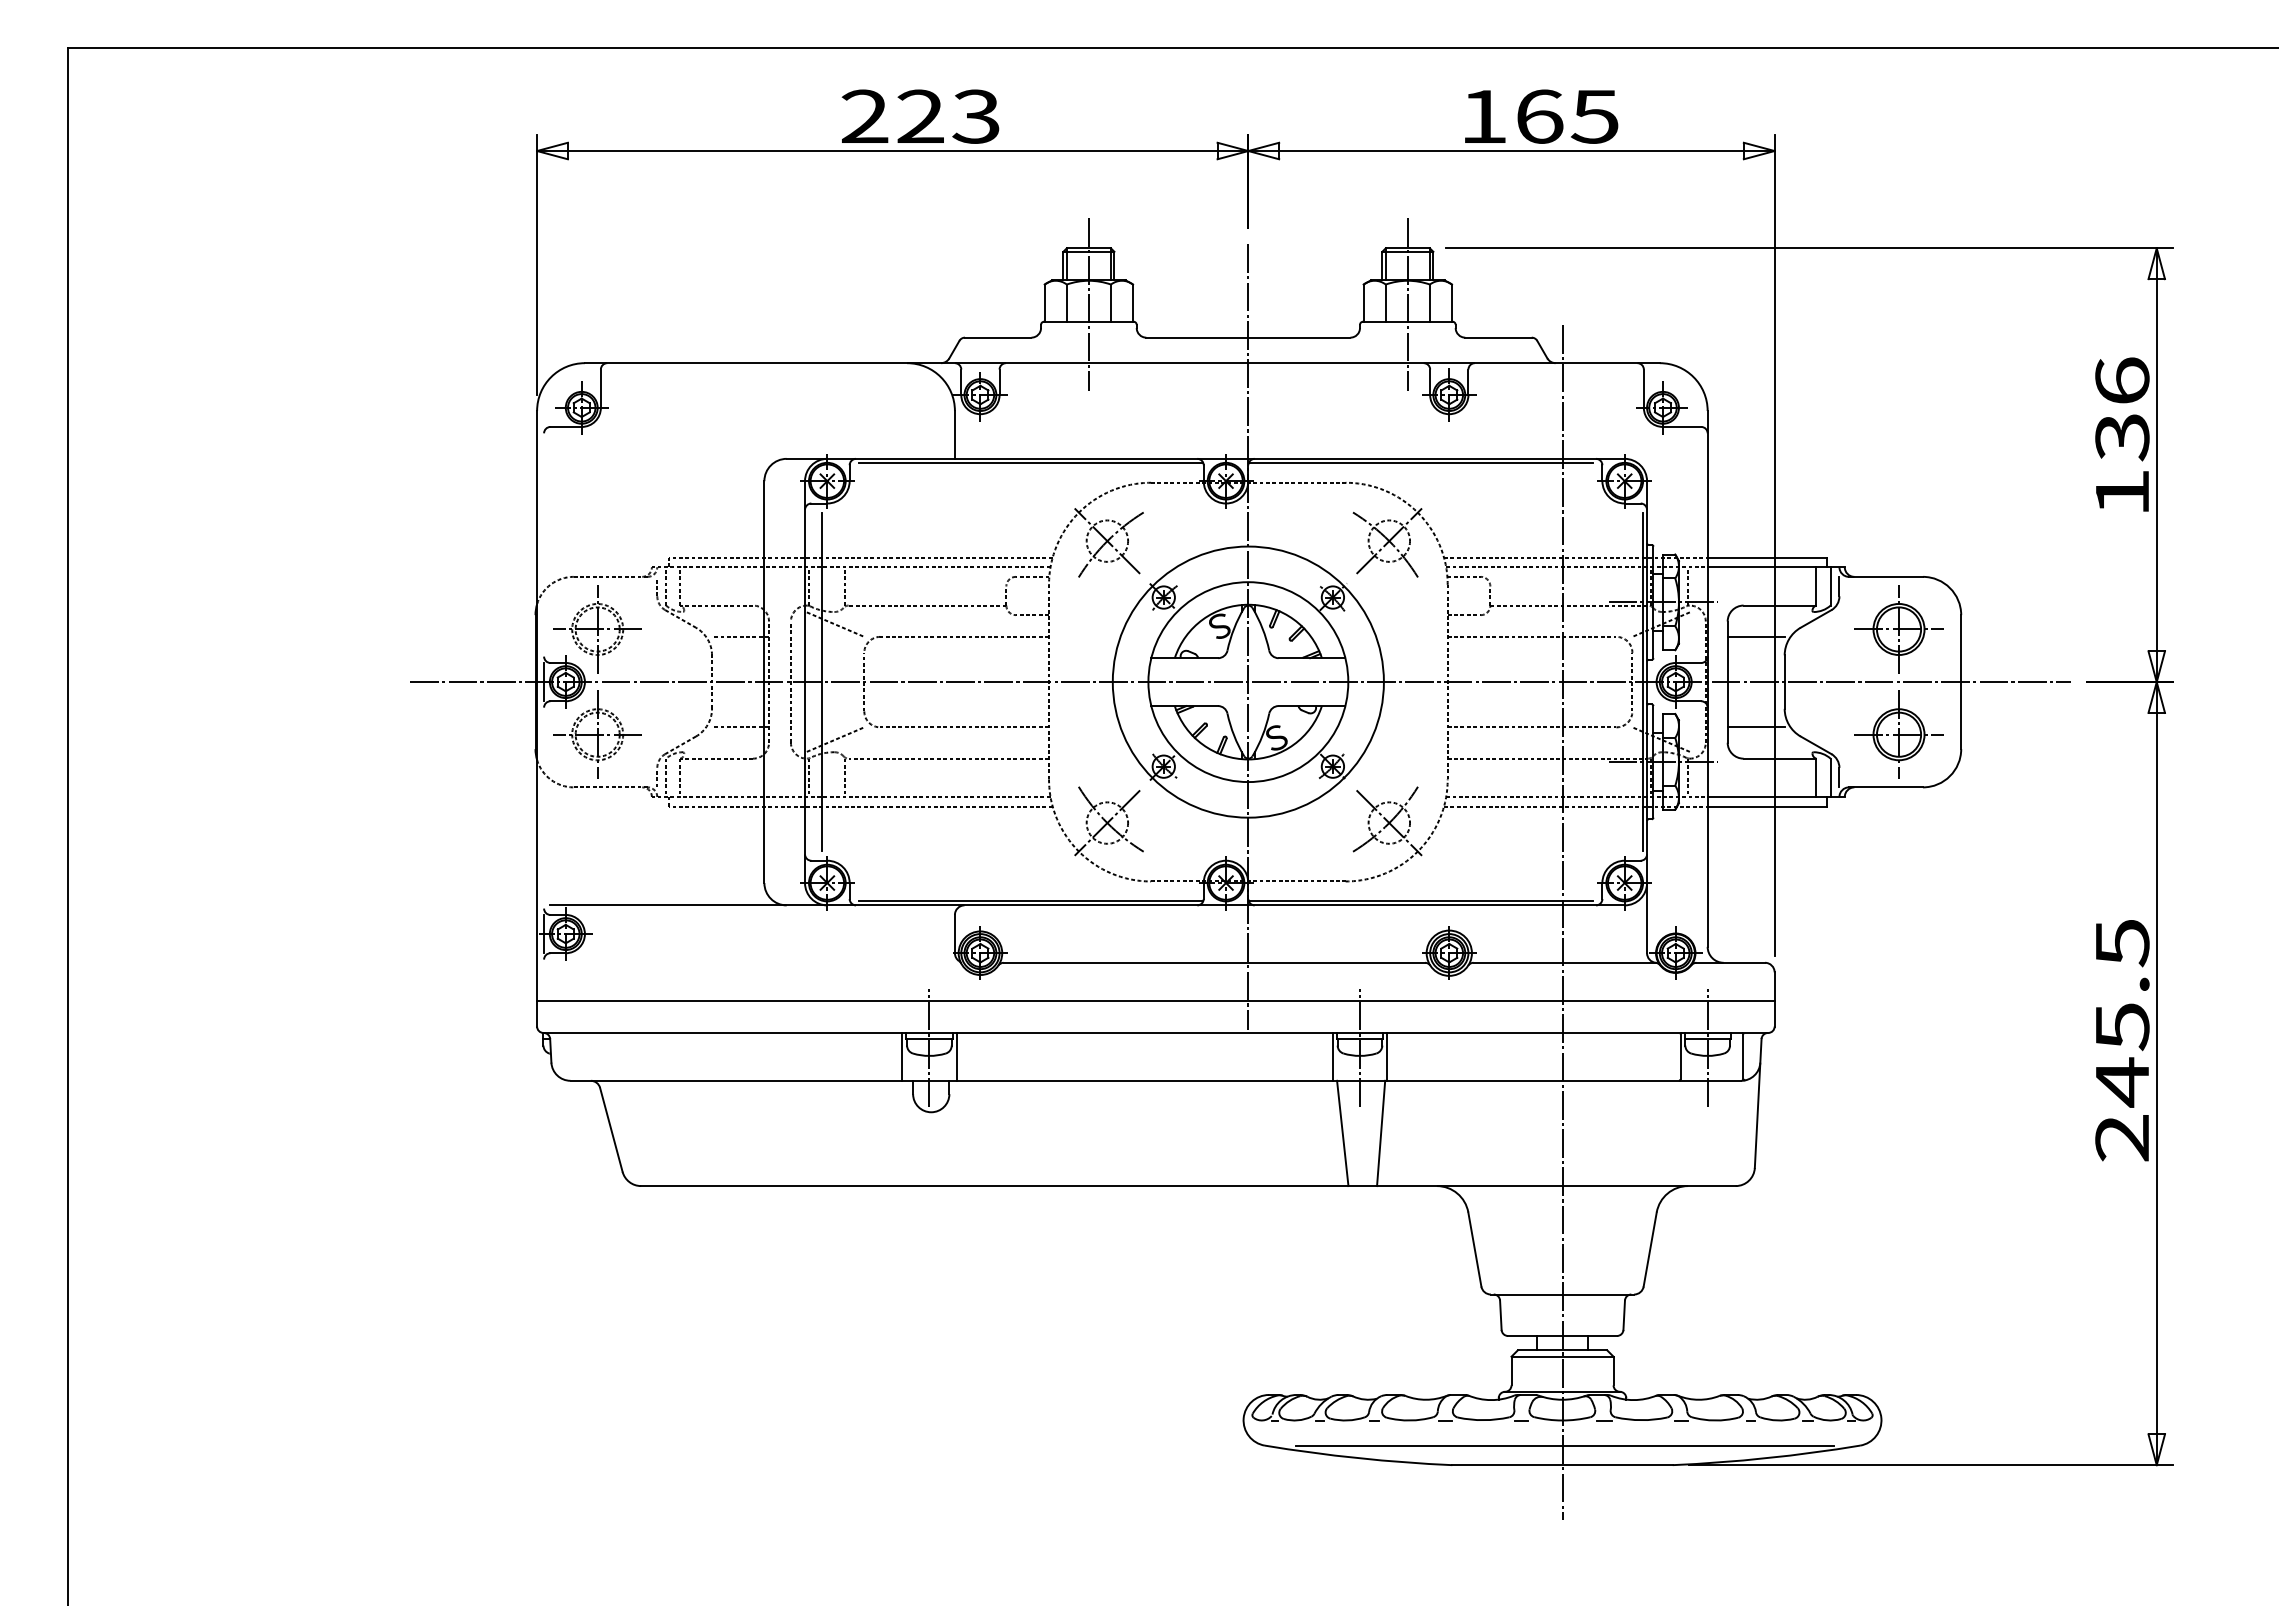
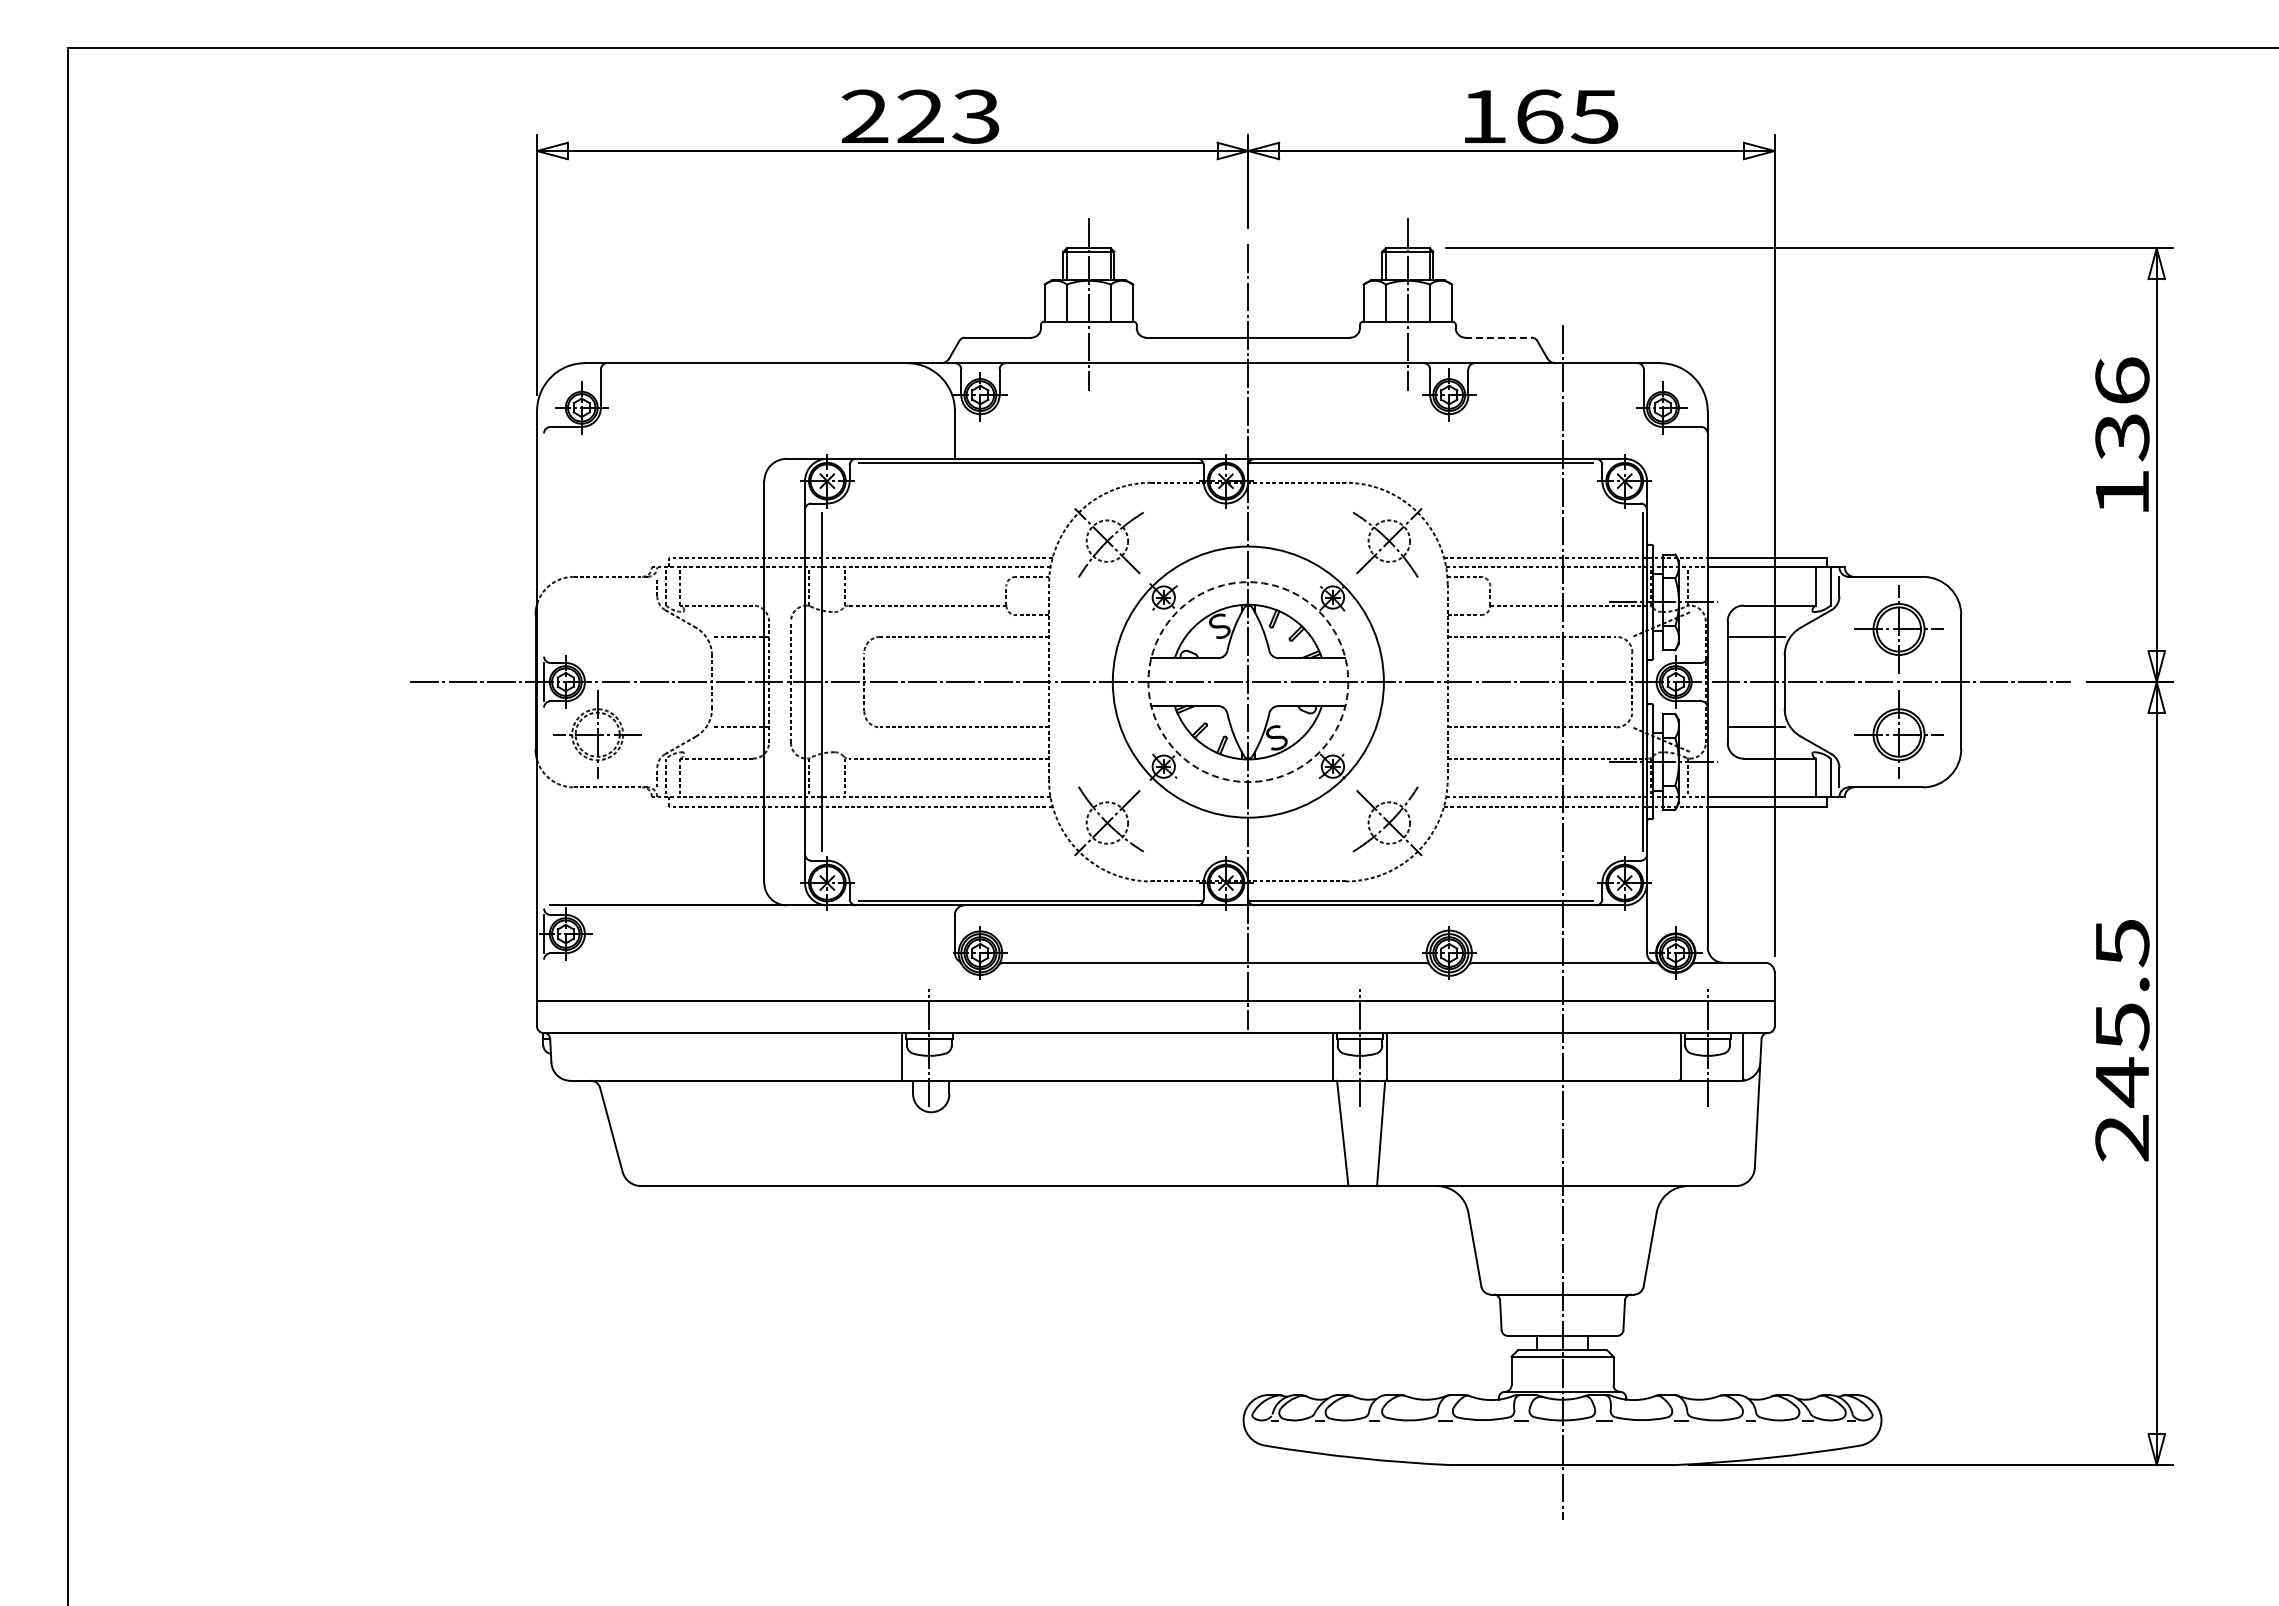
line at (1498, 337): solid -> dashed
line at (835, 624): present -> none
part at (597, 629): present -> none
circle at (1248, 682): solid -> dashed
line at (835, 739): present -> none
line at (956, 1056): present -> none
line at (1564, 1446): present -> none
